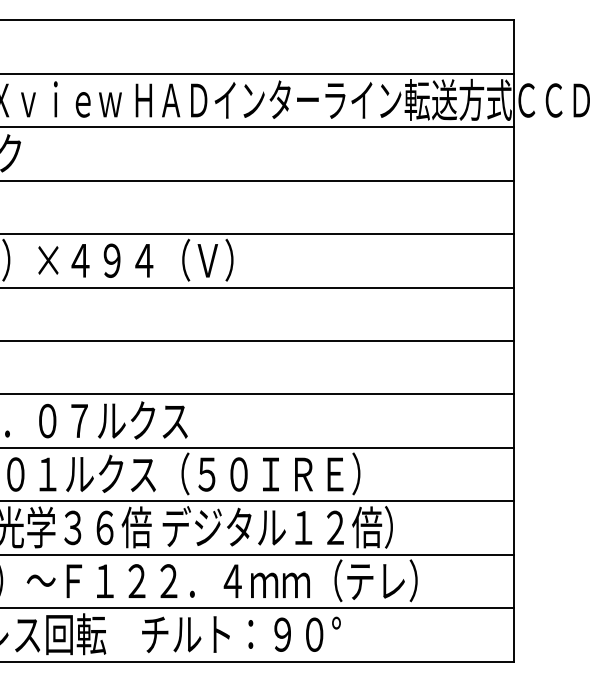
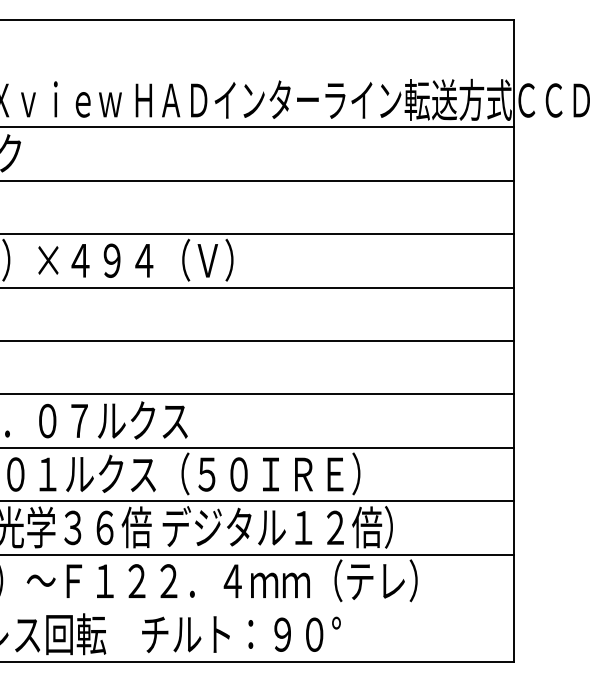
line at (257, 73): present -> none
line at (257, 608): present -> none
